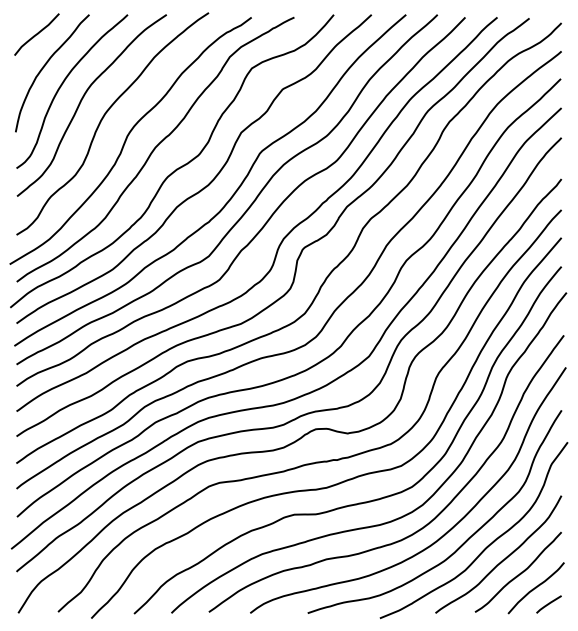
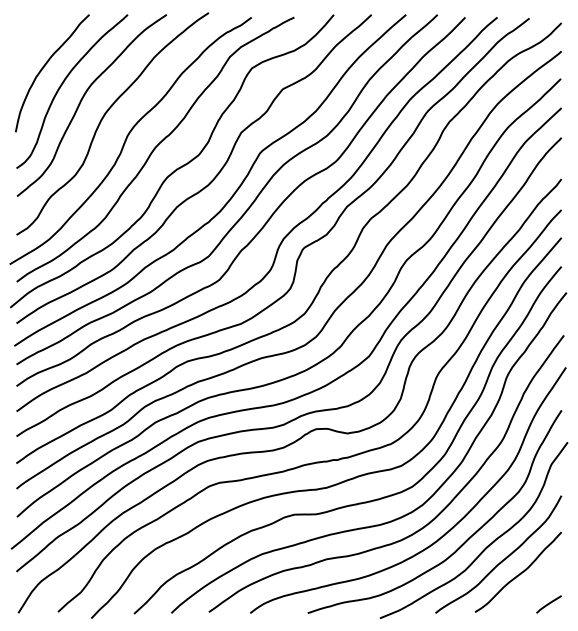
curve at (36, 34): present -> none
curve at (535, 588): present -> none
